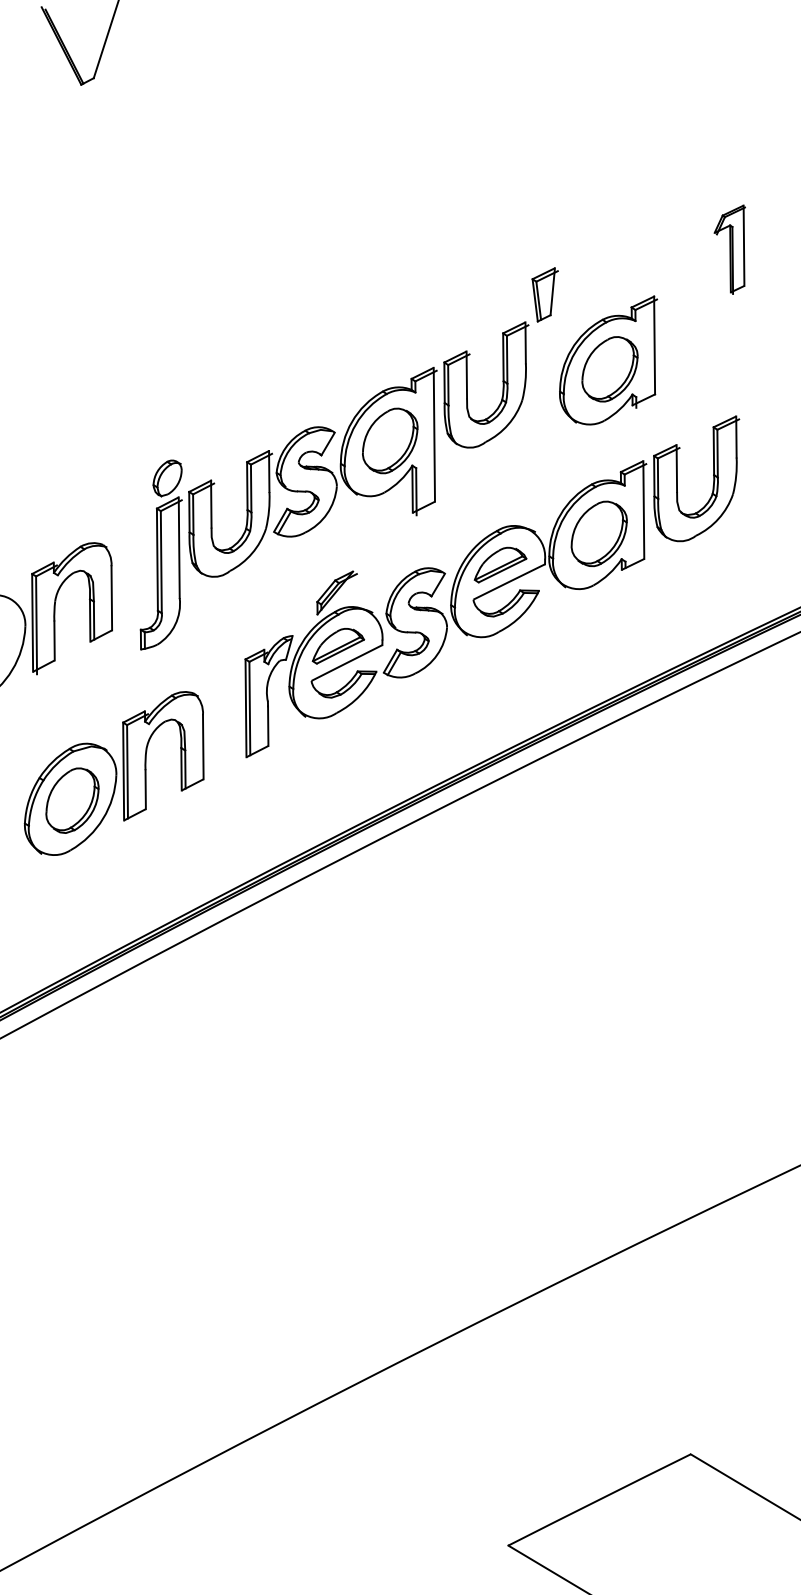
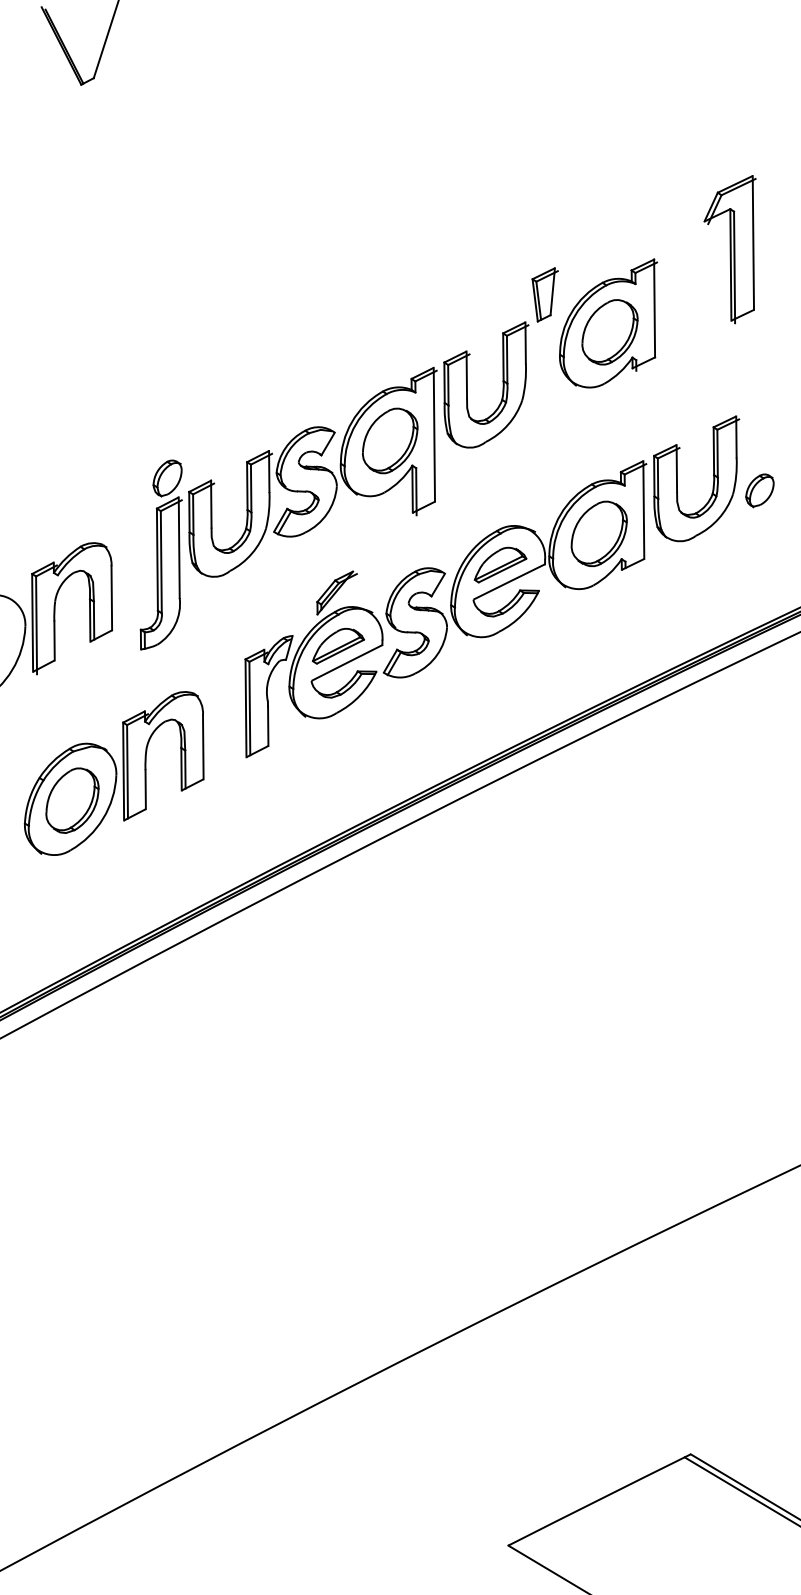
part at (729, 249) size: 33x91 px -> 54x150 px
part at (608, 360) position: (608, 360) -> (608, 323)
part at (759, 490): none -> present
line at (740, 1490): none -> present
